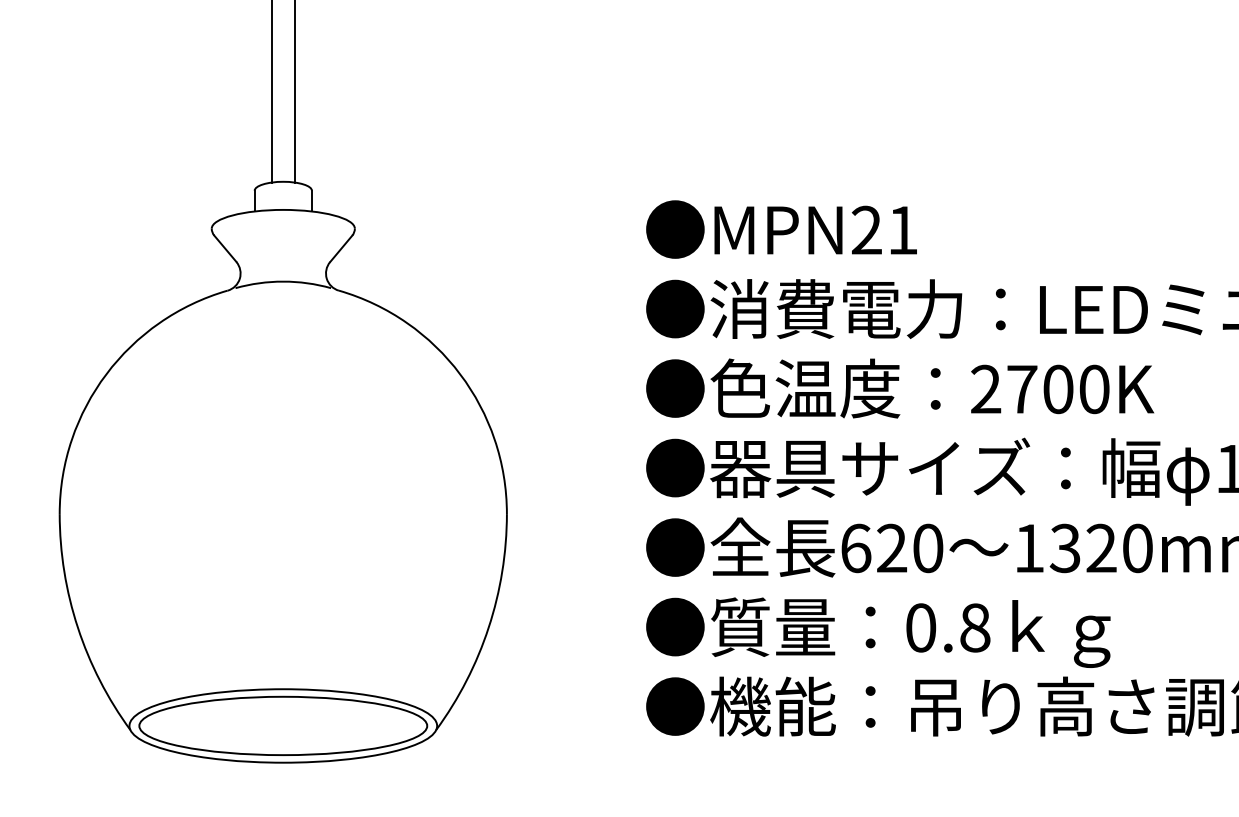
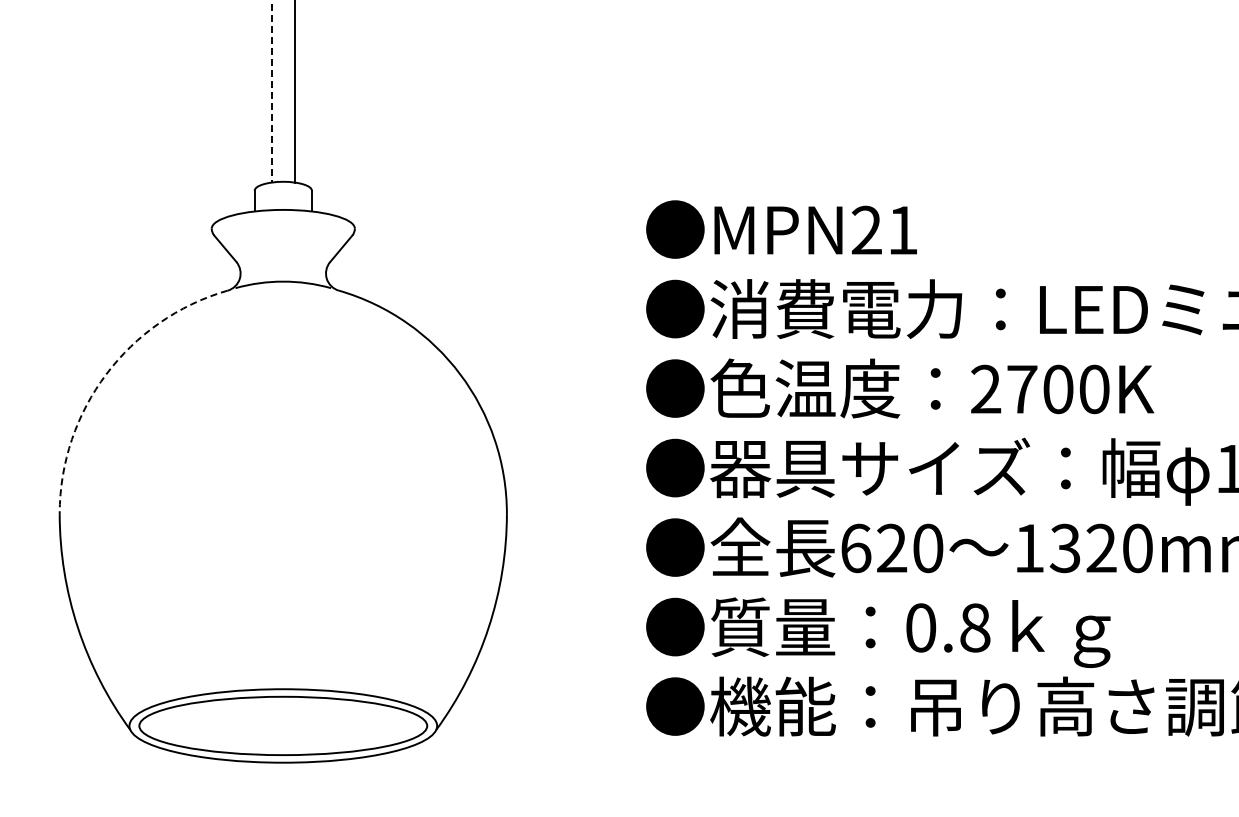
line at (271, 91): solid -> dashed
arc at (106, 374): solid -> dashed
